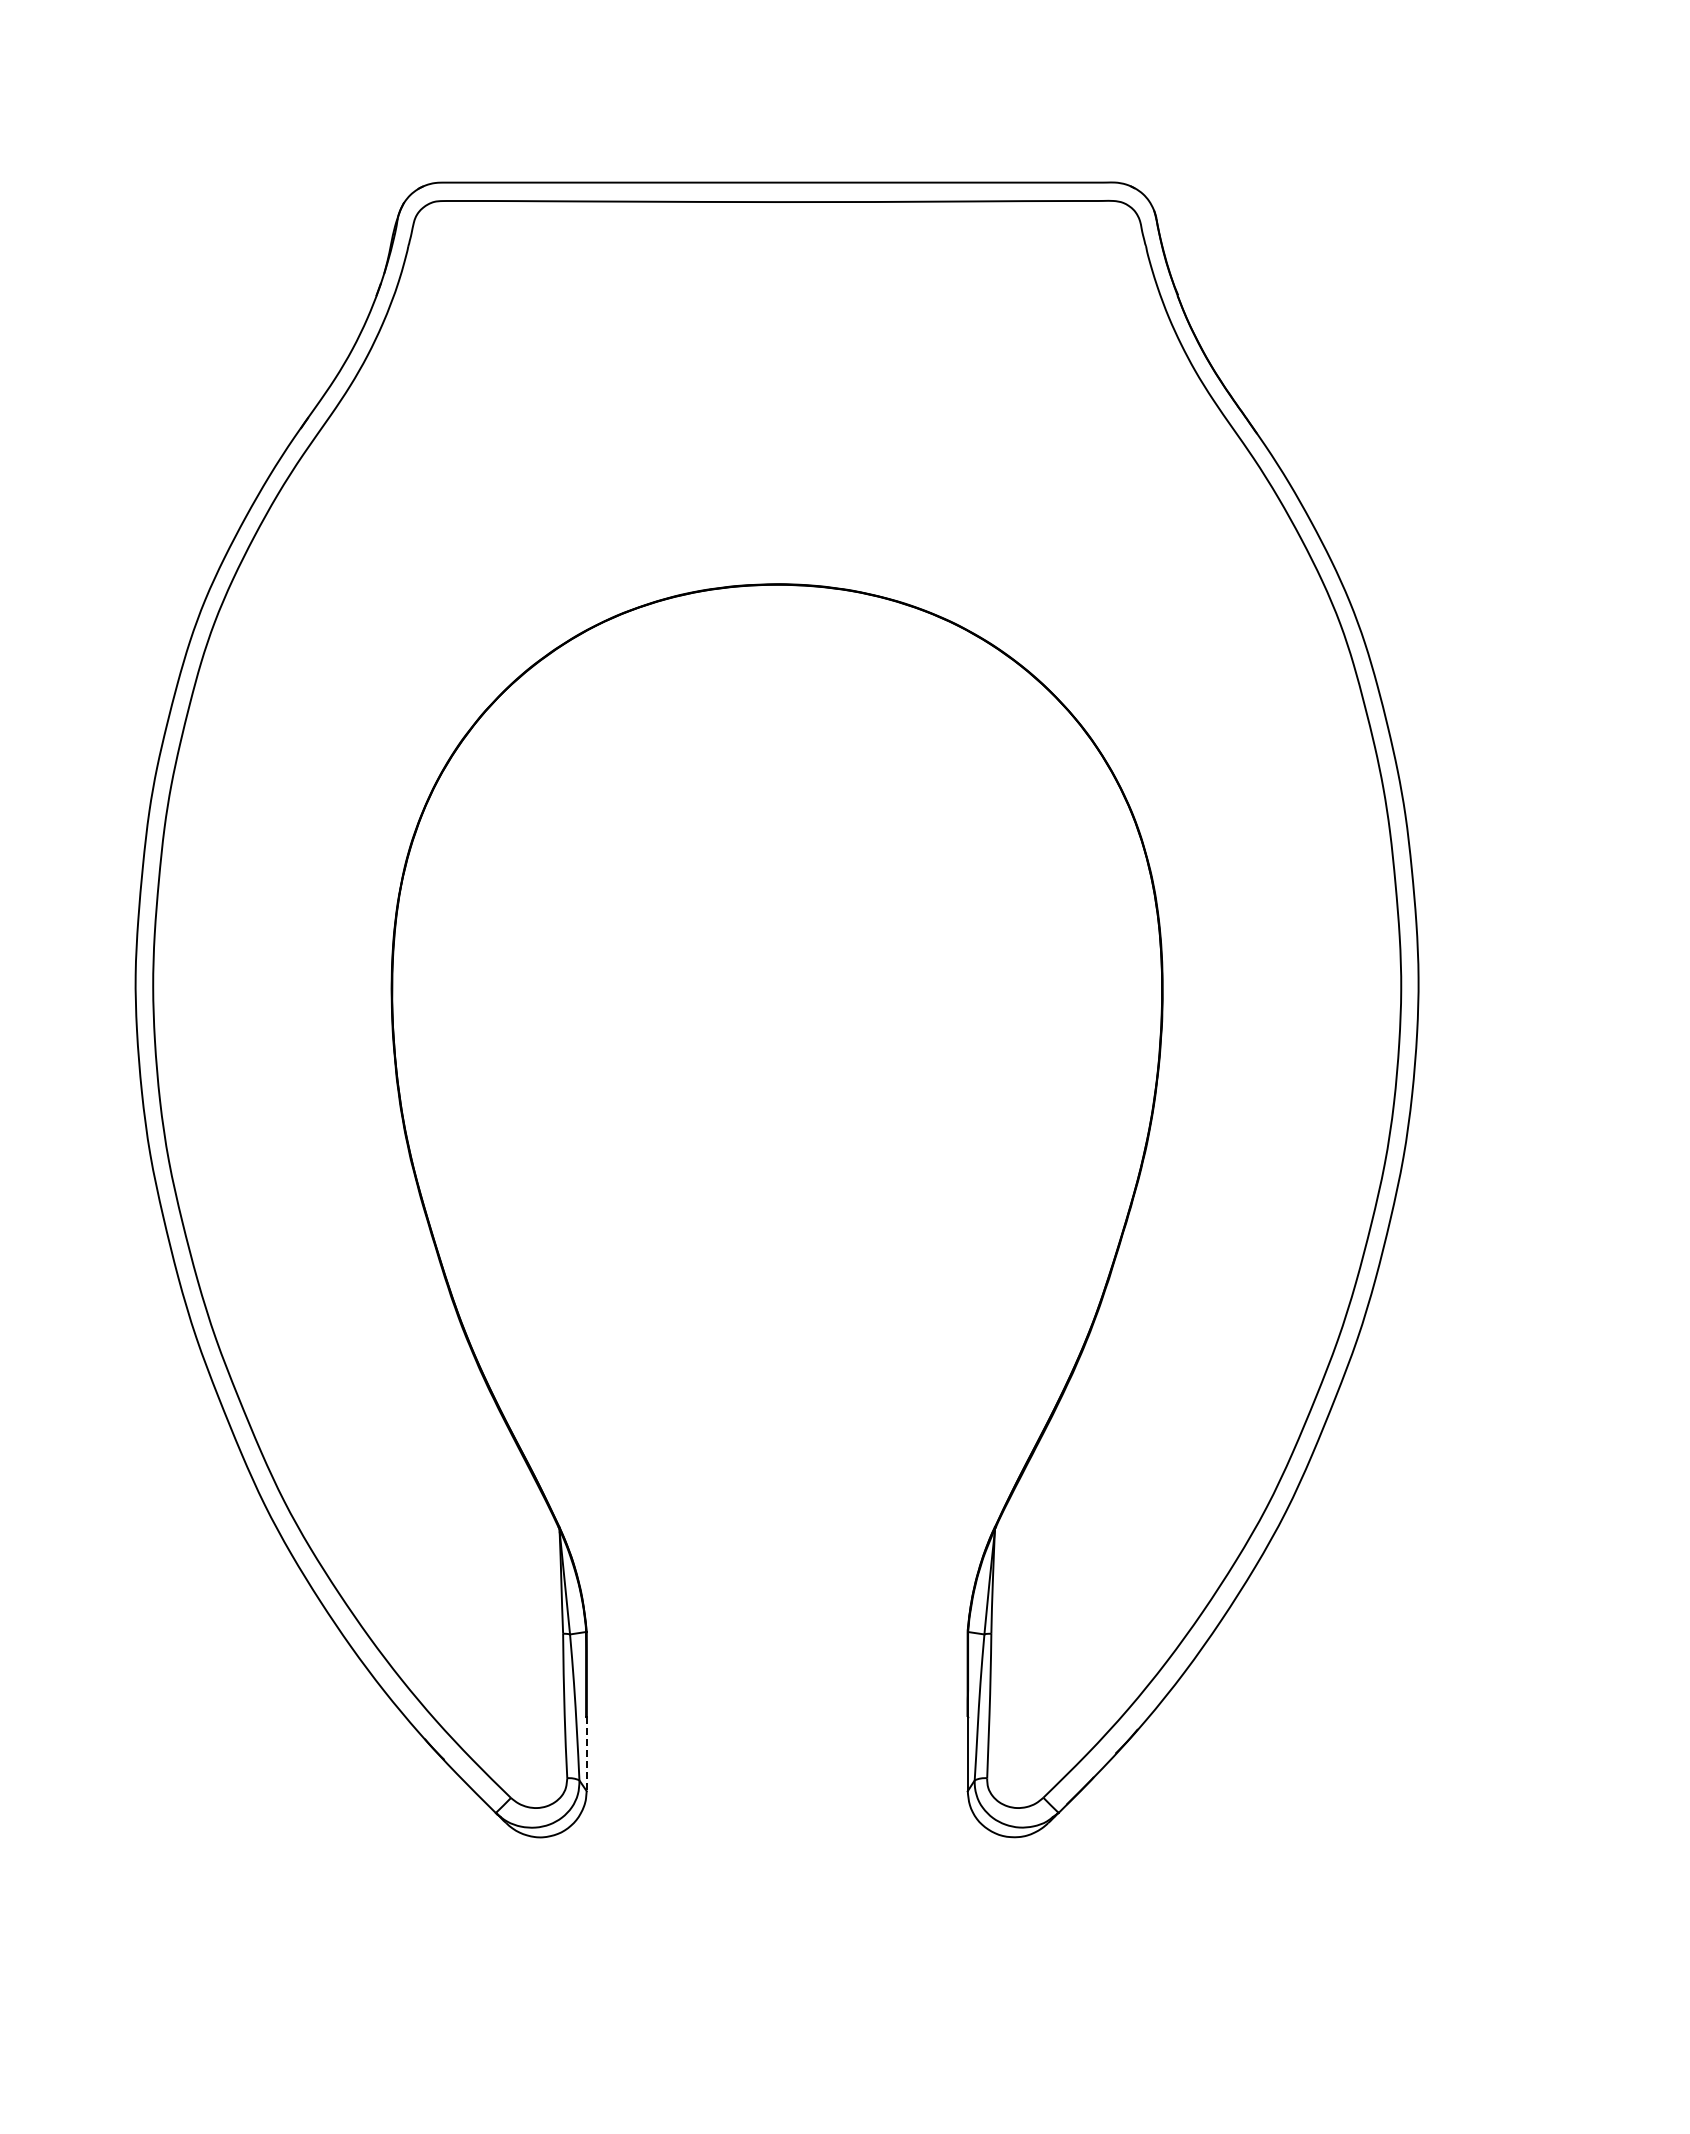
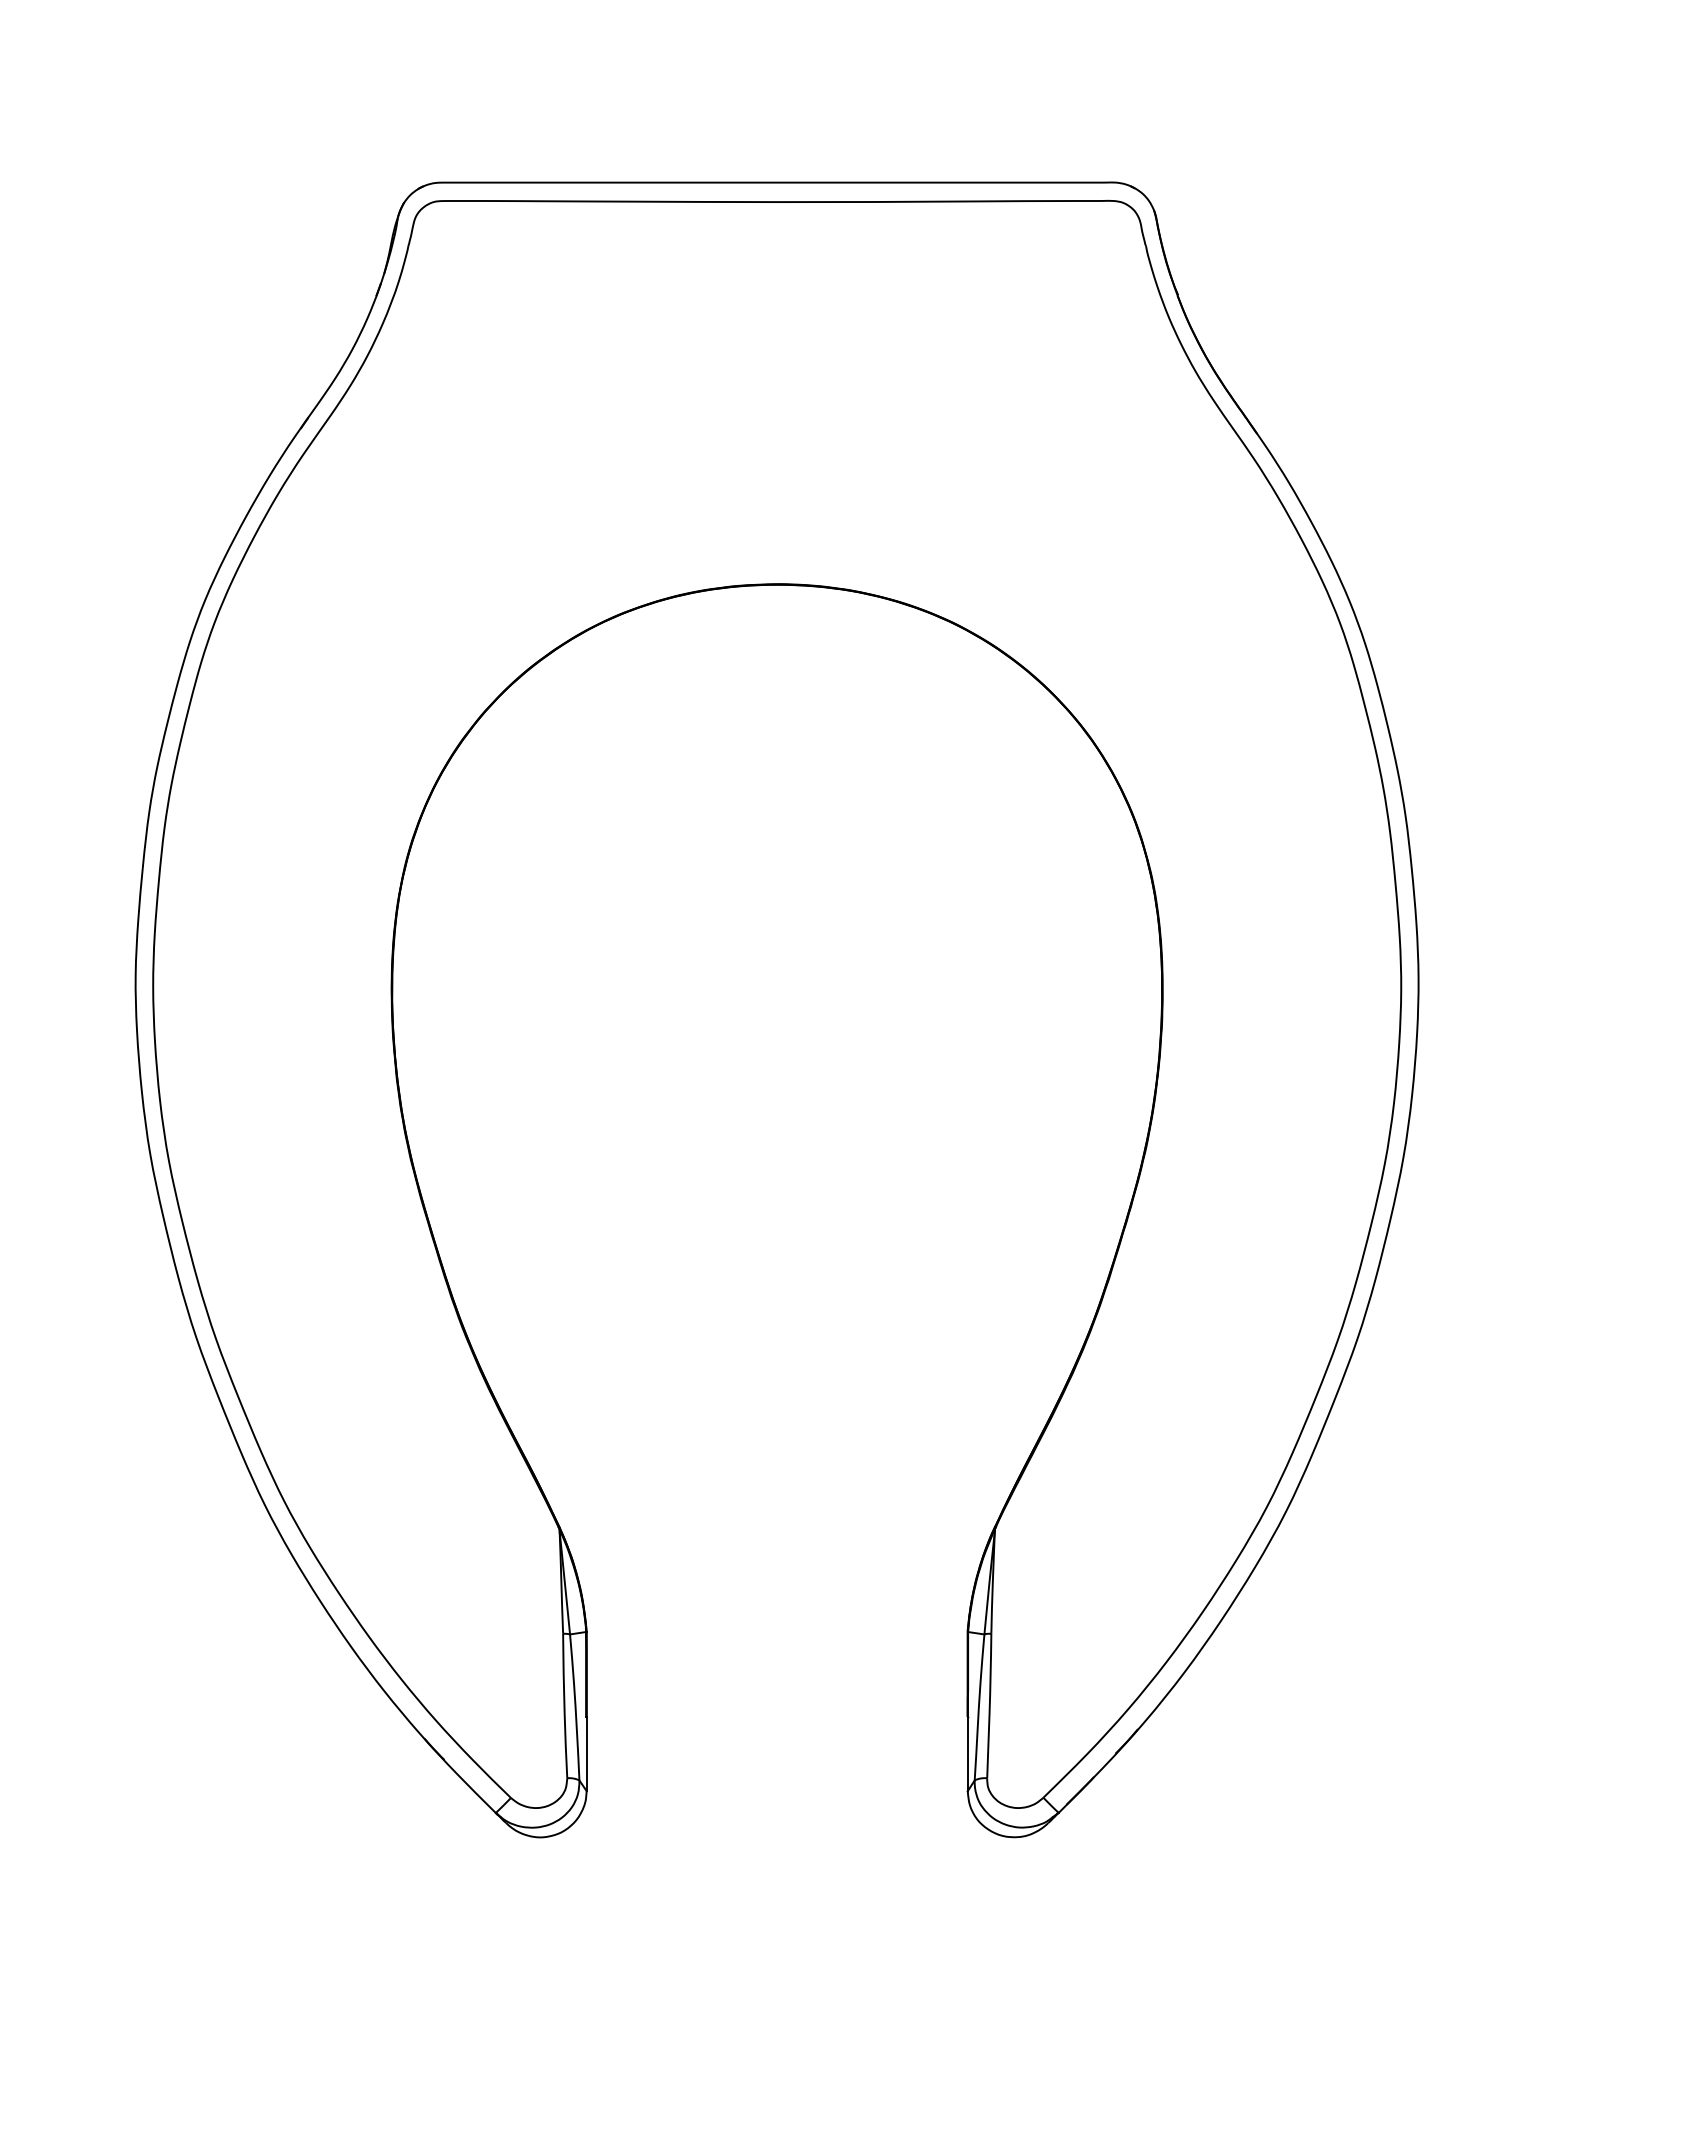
line at (586, 1754): dashed -> solid
